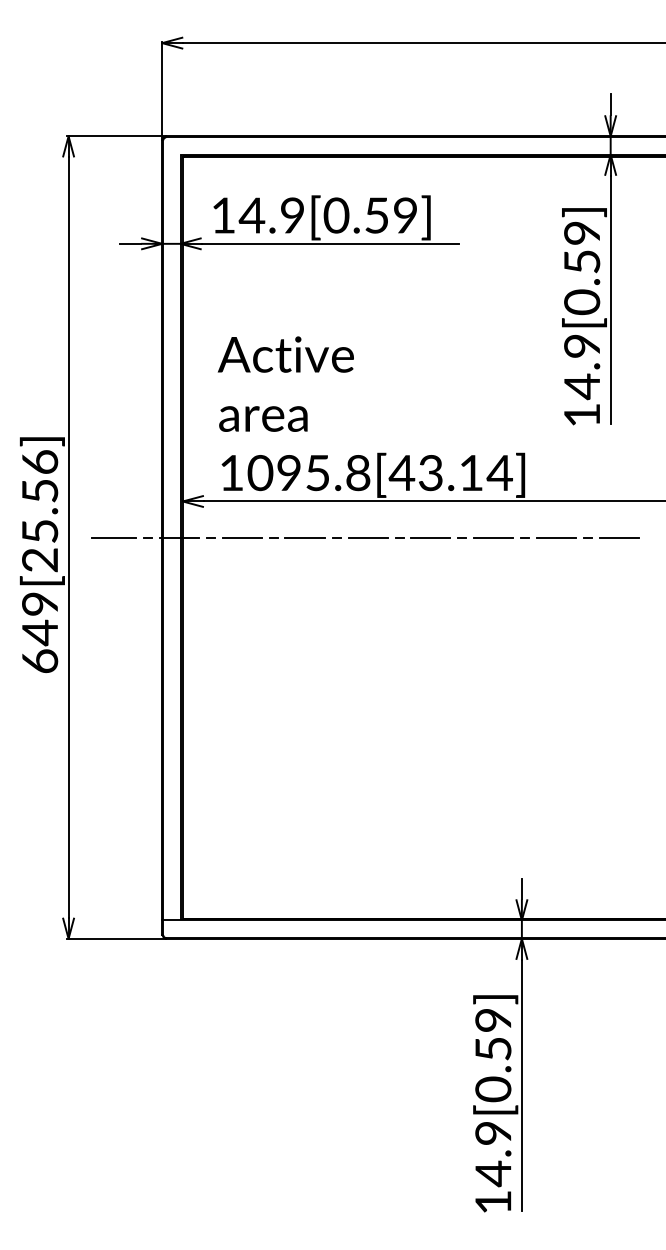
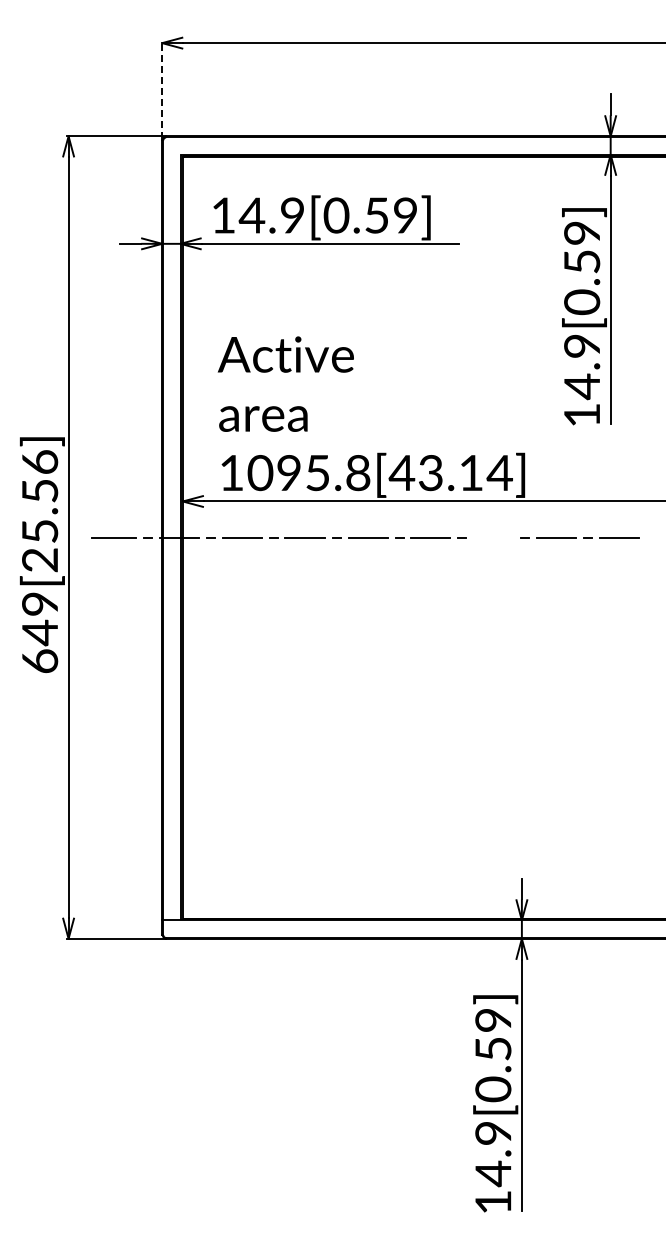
line at (162, 89): solid -> dashed
line at (493, 537): present -> none
